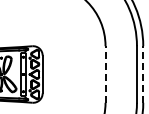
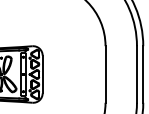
line at (105, 74): dashed -> solid
line at (143, 74): dashed -> solid
